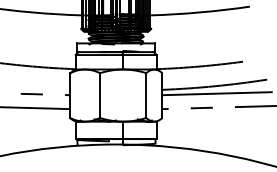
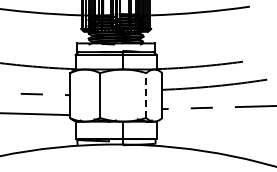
line at (217, 93): present -> none
line at (146, 95): solid -> dashed
line at (36, 108) position: (36, 108) -> (36, 114)
